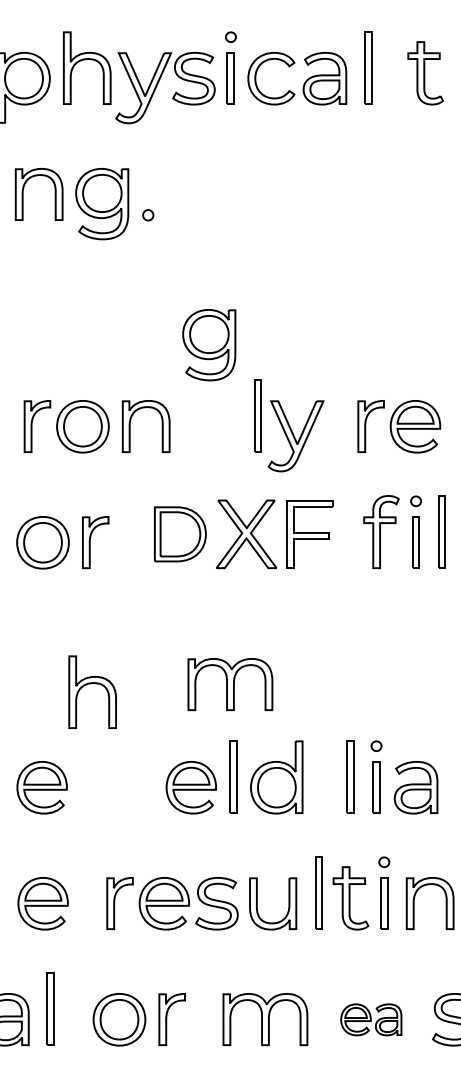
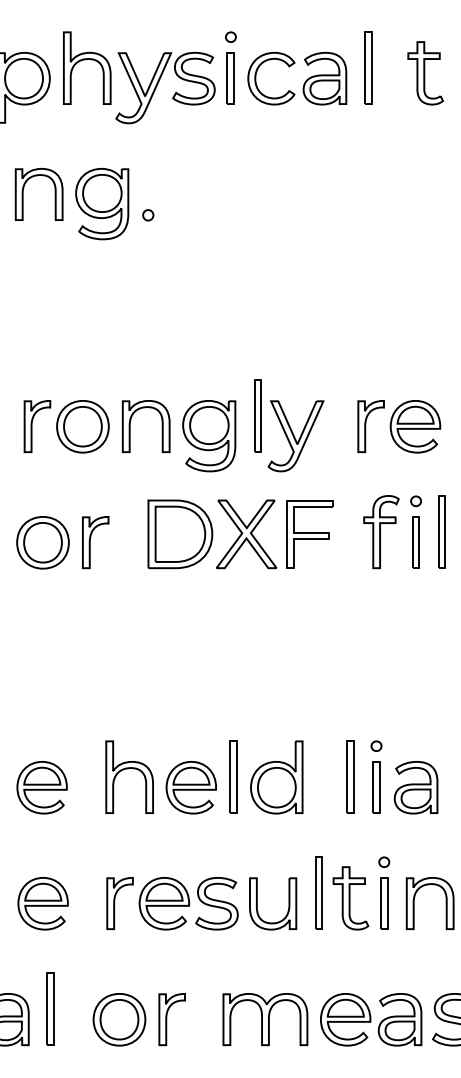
part at (209, 345) position: (209, 345) -> (209, 436)
part at (180, 534) size: 53x57 px -> 67x71 px
part at (91, 684) position: (91, 684) -> (128, 769)
part at (230, 684): present -> none
part at (371, 1019) size: 63x34 px -> 103x54 px
